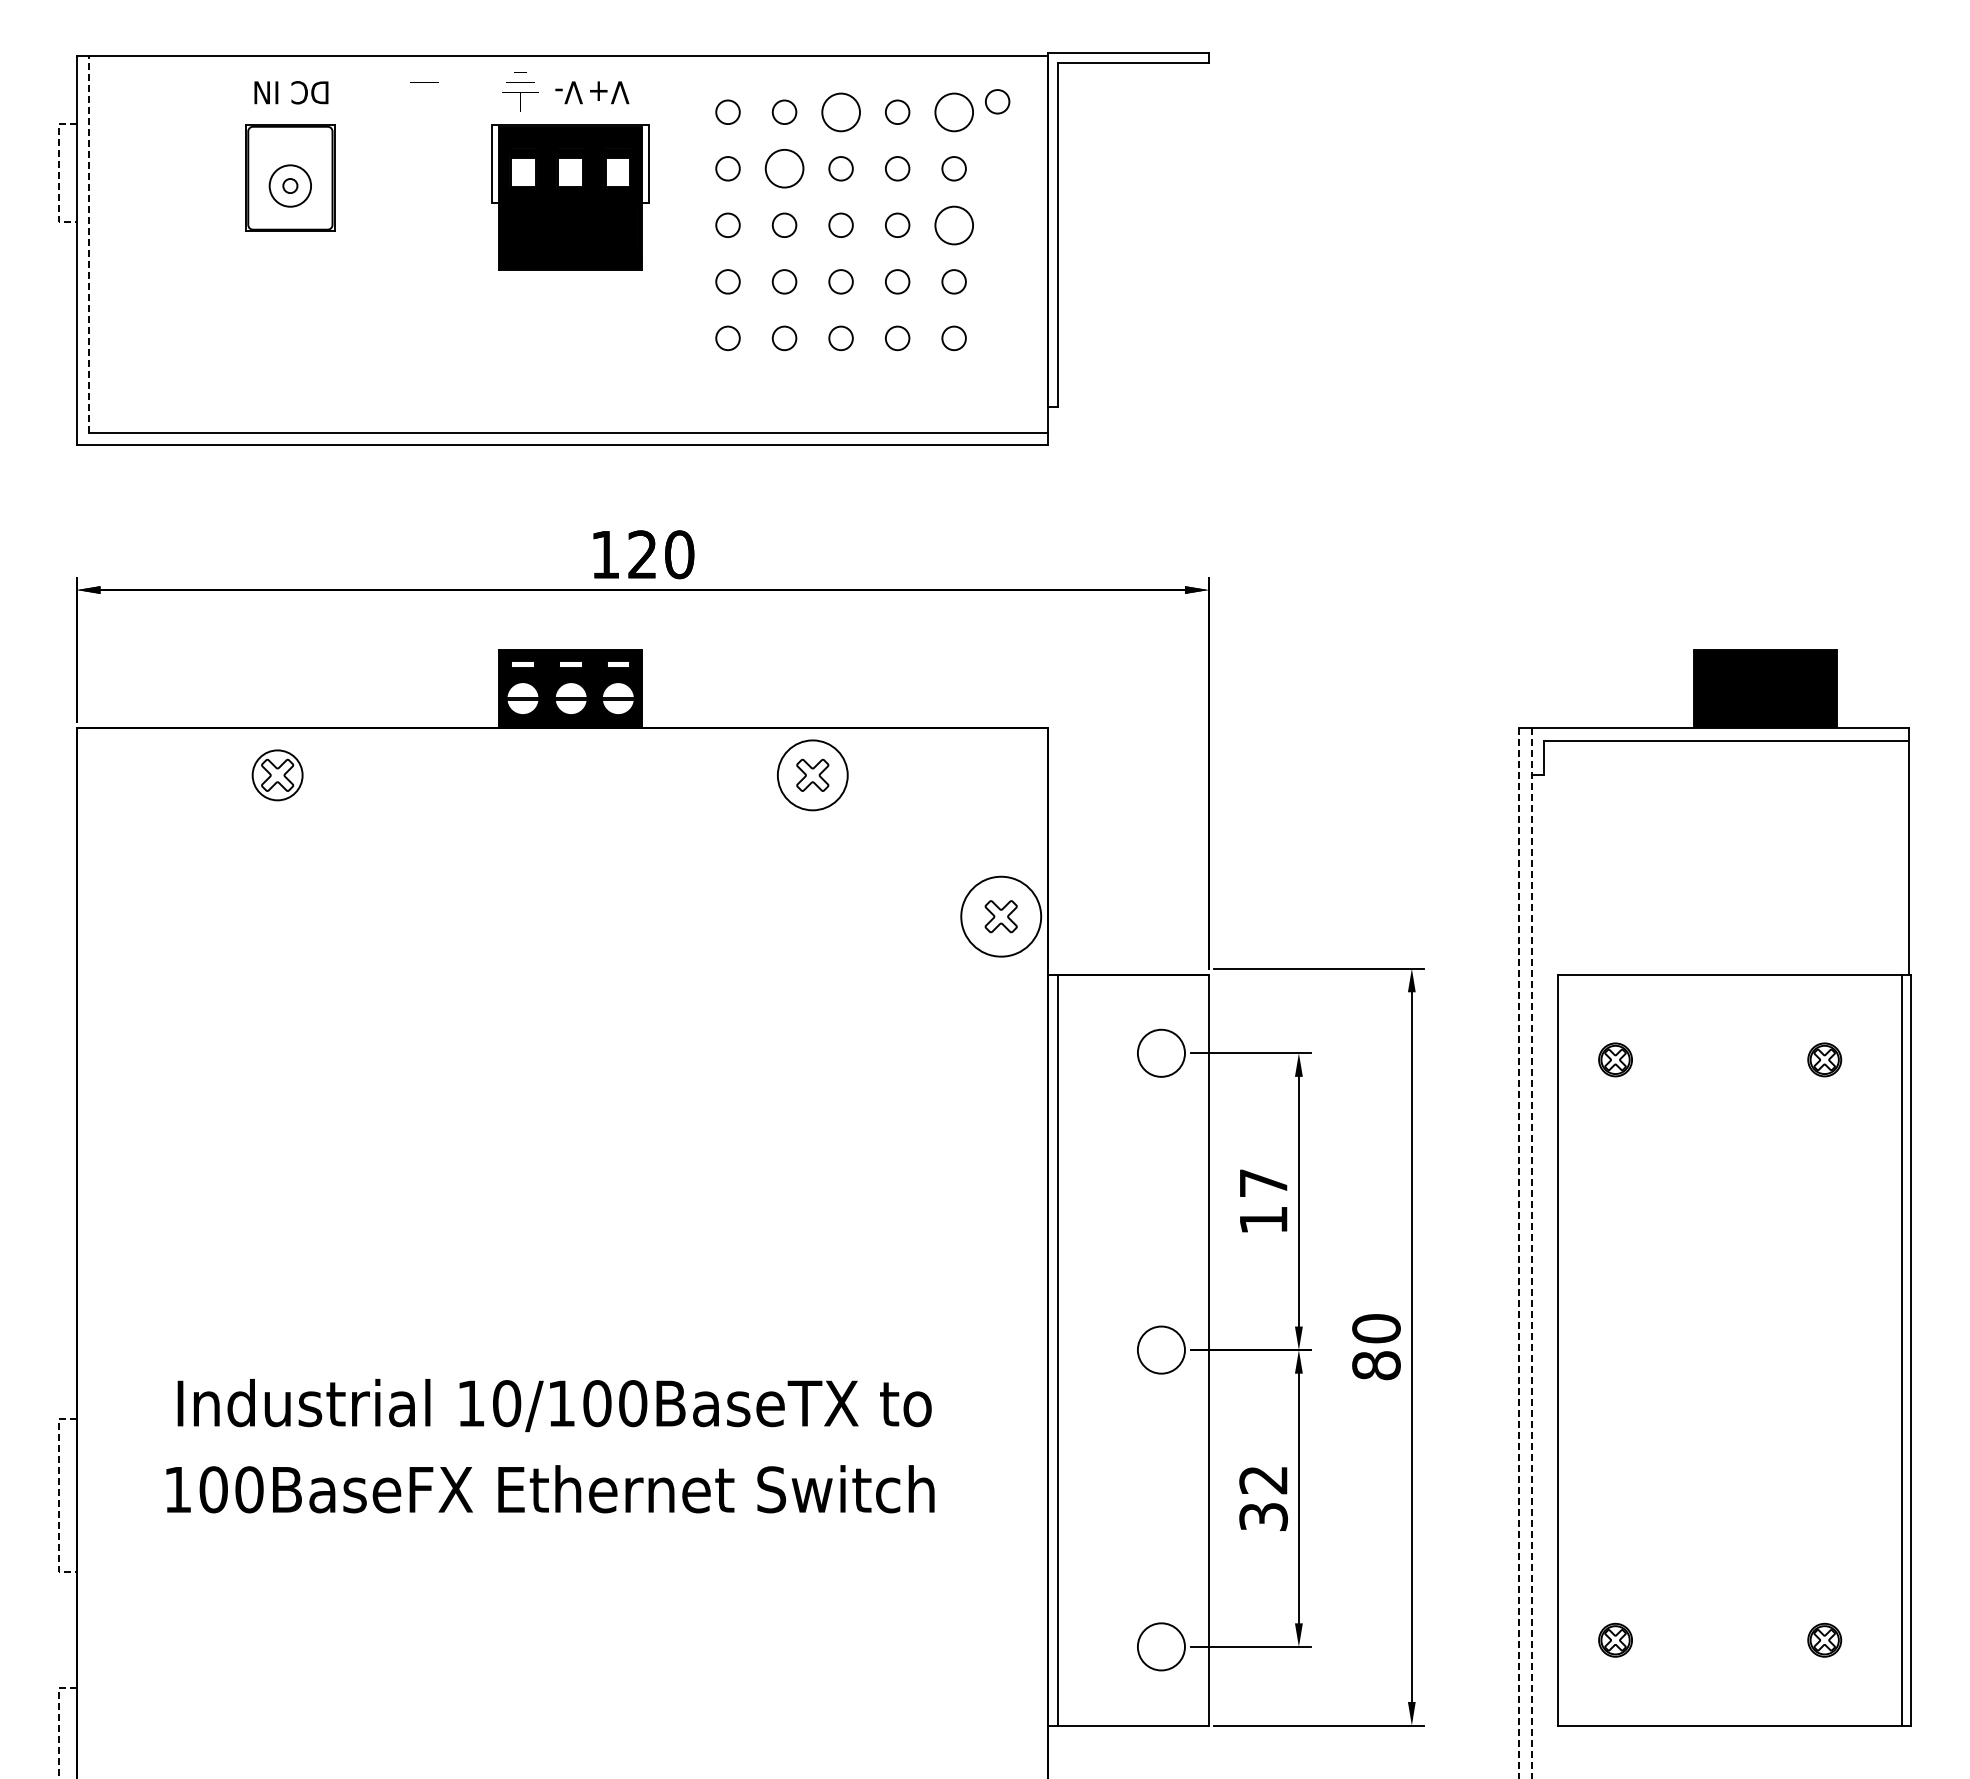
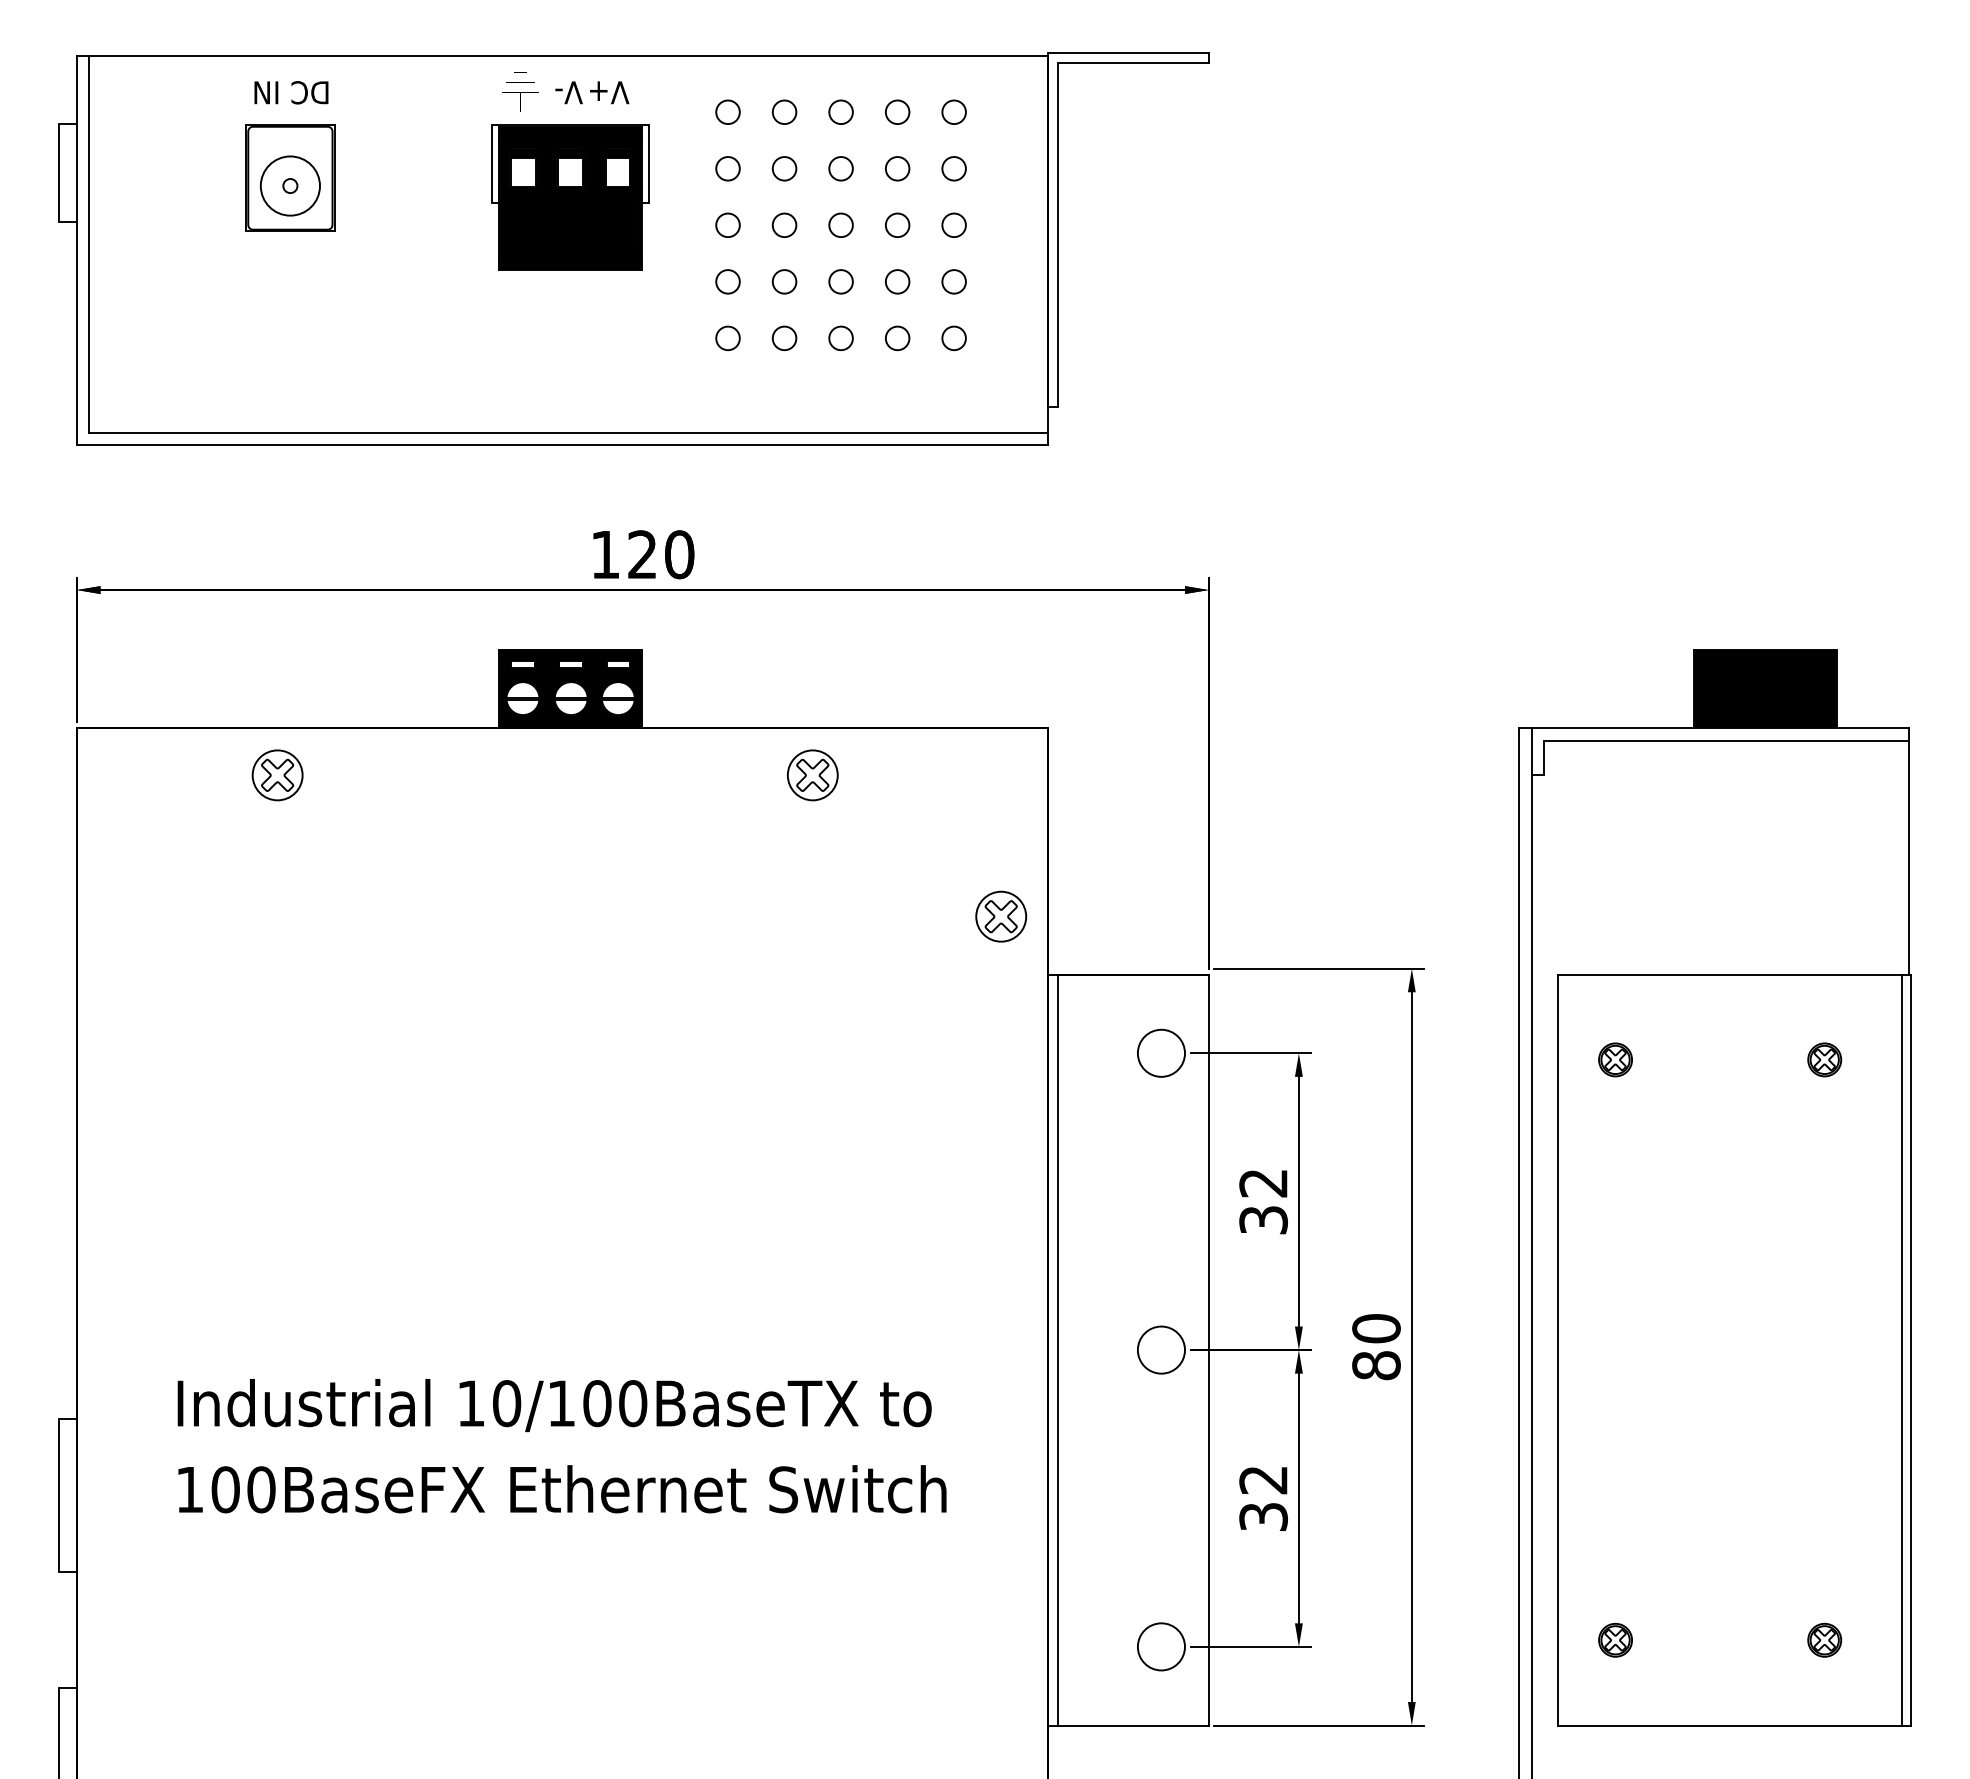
line at (424, 82): present -> none
circle at (997, 101): present -> none
circle at (840, 112) size: 40x41 px -> 26x26 px
circle at (953, 112) size: 40x41 px -> 26x26 px
circle at (784, 168) size: 41x40 px -> 27x26 px
line at (59, 172): dashed -> solid
circle at (290, 185) diameter: 41 px -> 59 px
circle at (953, 225) size: 40x41 px -> 26x26 px
line at (89, 243): dashed -> solid
circle at (812, 775) diameter: 70 px -> 50 px
circle at (1001, 916) diameter: 80 px -> 50 px
text at (1263, 1201): 17 -> 32
line at (1519, 1253): dashed -> solid
line at (1531, 1253): dashed -> solid
text at (550, 1489) position: (550, 1489) -> (562, 1489)
line at (59, 1495): dashed -> solid
line at (59, 1723): dashed -> solid
